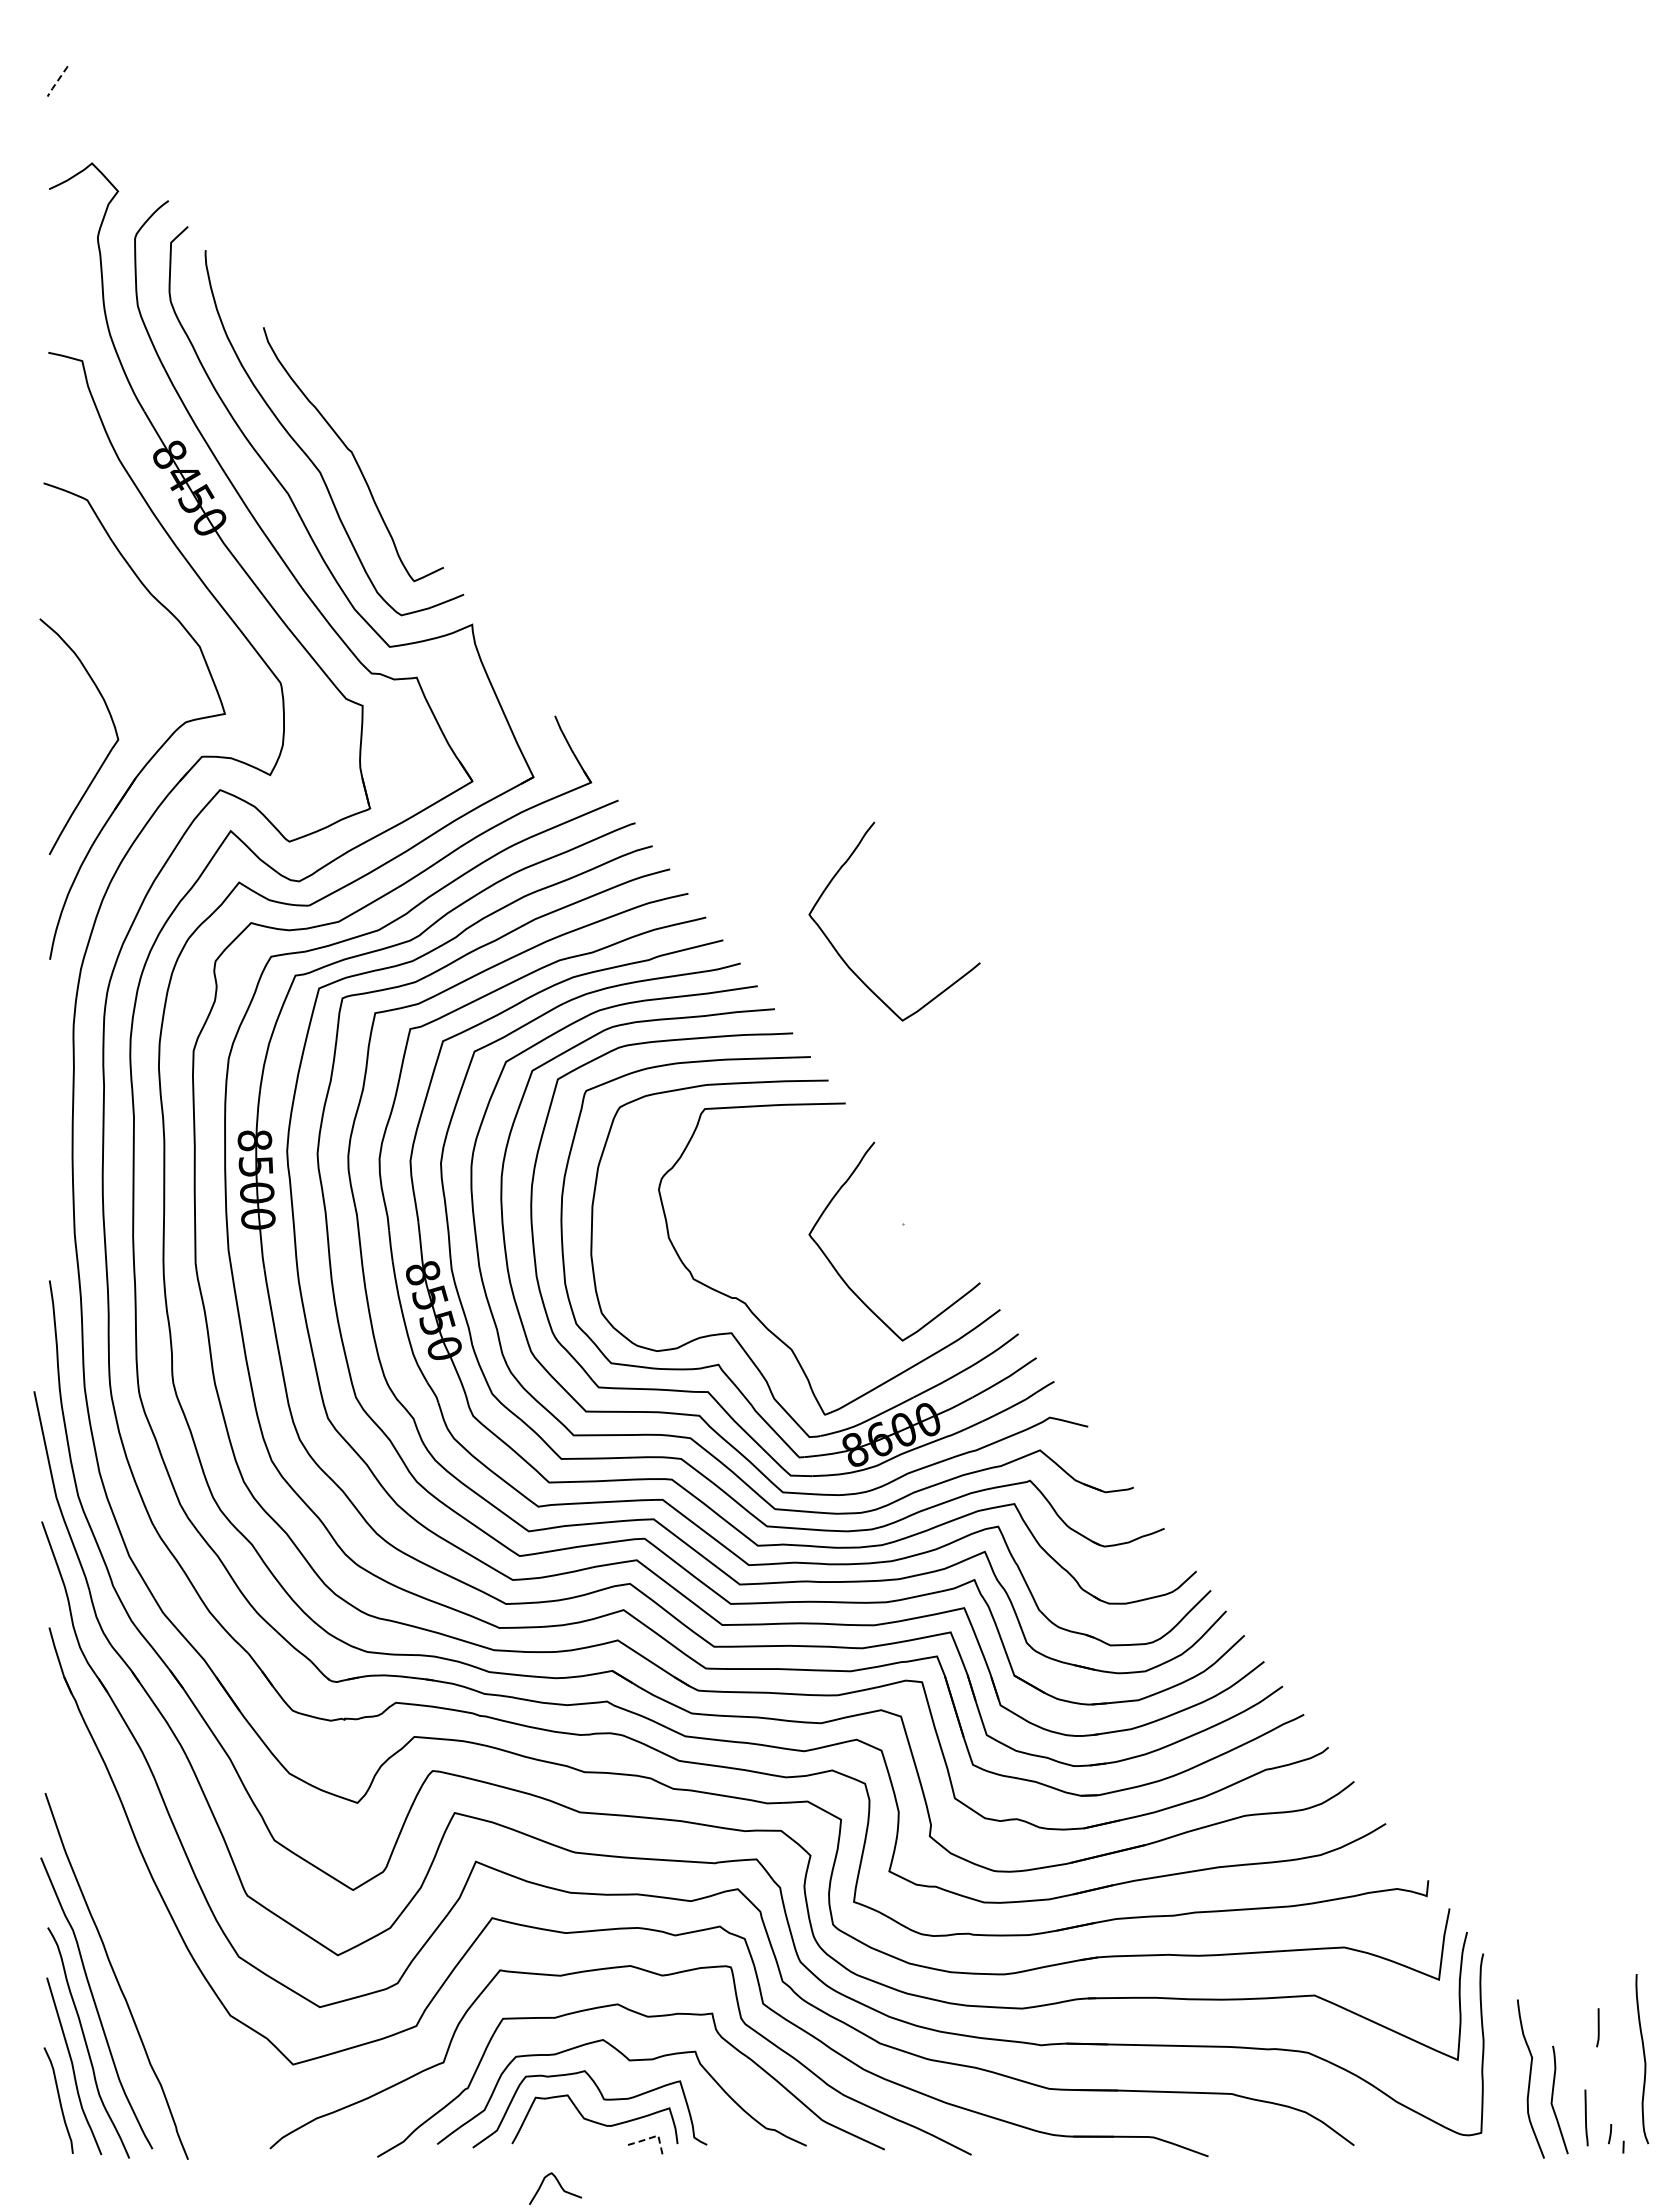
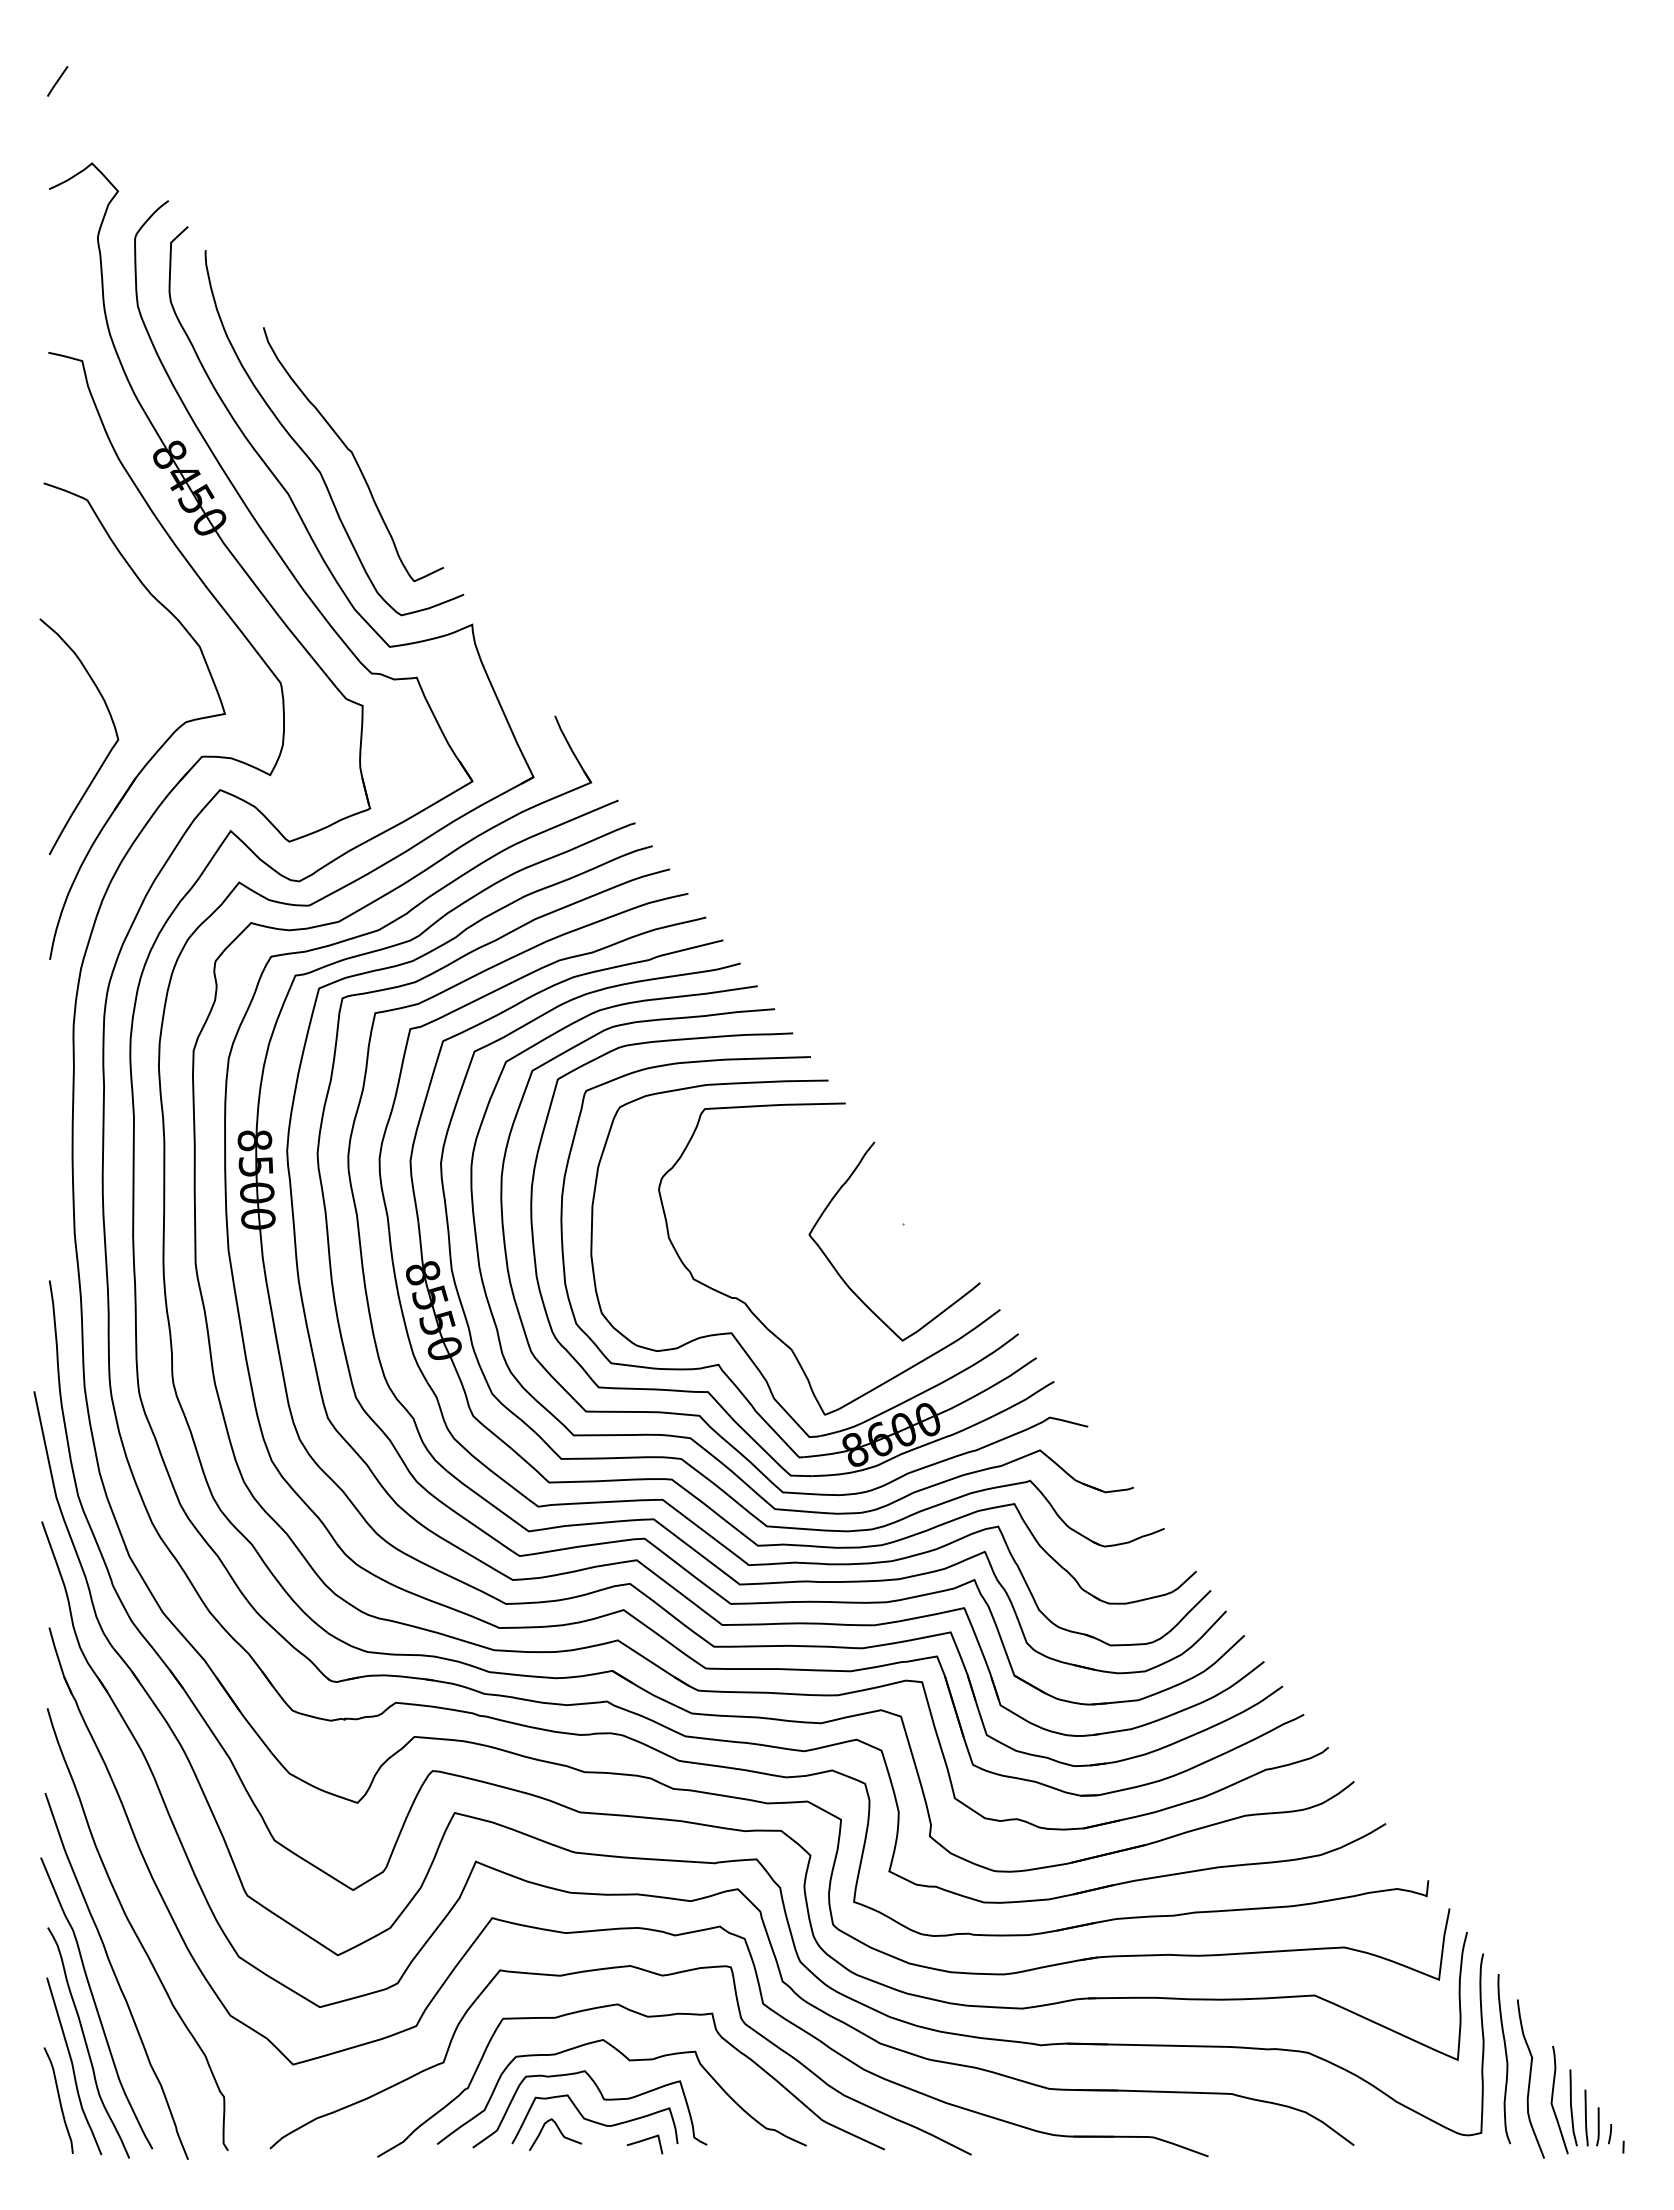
line at (57, 81): dashed -> solid
curve at (843, 958): present -> none
curve at (135, 1931): none -> present
line at (1597, 2027) position: (1597, 2027) -> (1597, 2126)
curve at (1643, 2058) position: (1643, 2058) -> (1505, 2058)
curve at (1572, 2107): none -> present
line at (651, 2137): dashed -> solid
curve at (558, 2184) position: (558, 2184) -> (558, 2130)
